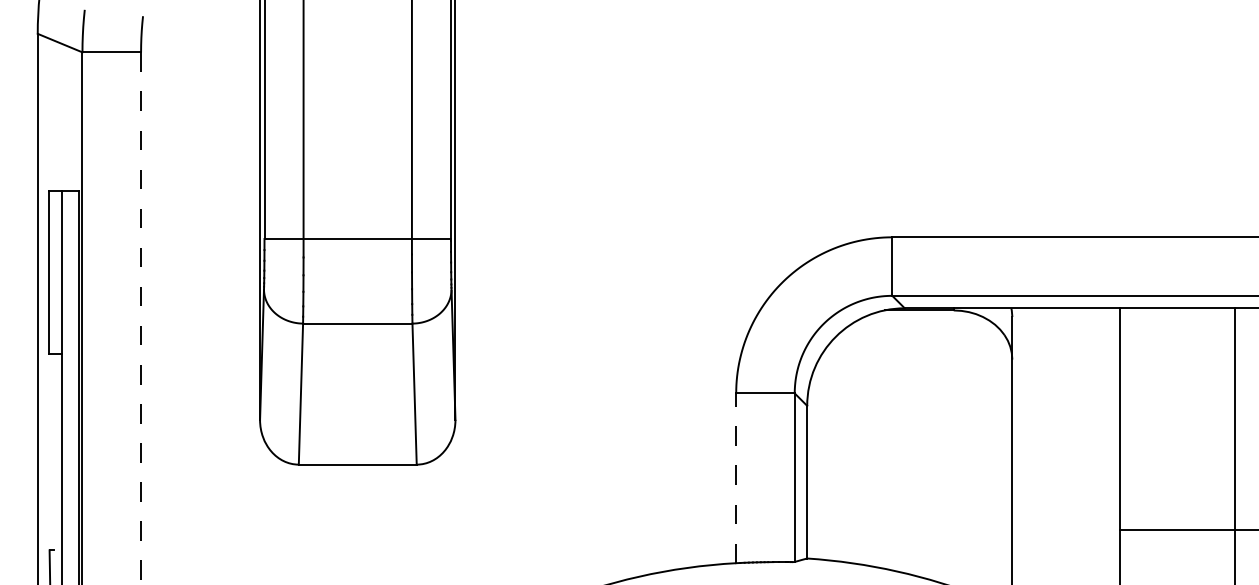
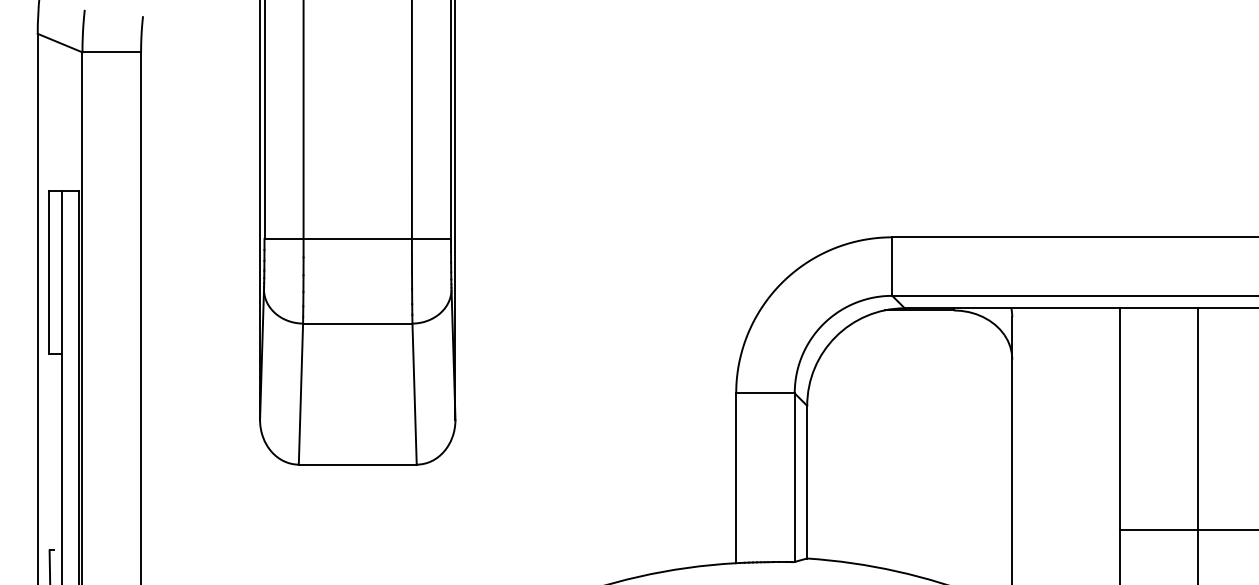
line at (141, 319): dashed -> solid
line at (1235, 444) position: (1235, 444) -> (1198, 444)
line at (736, 478): dashed -> solid
